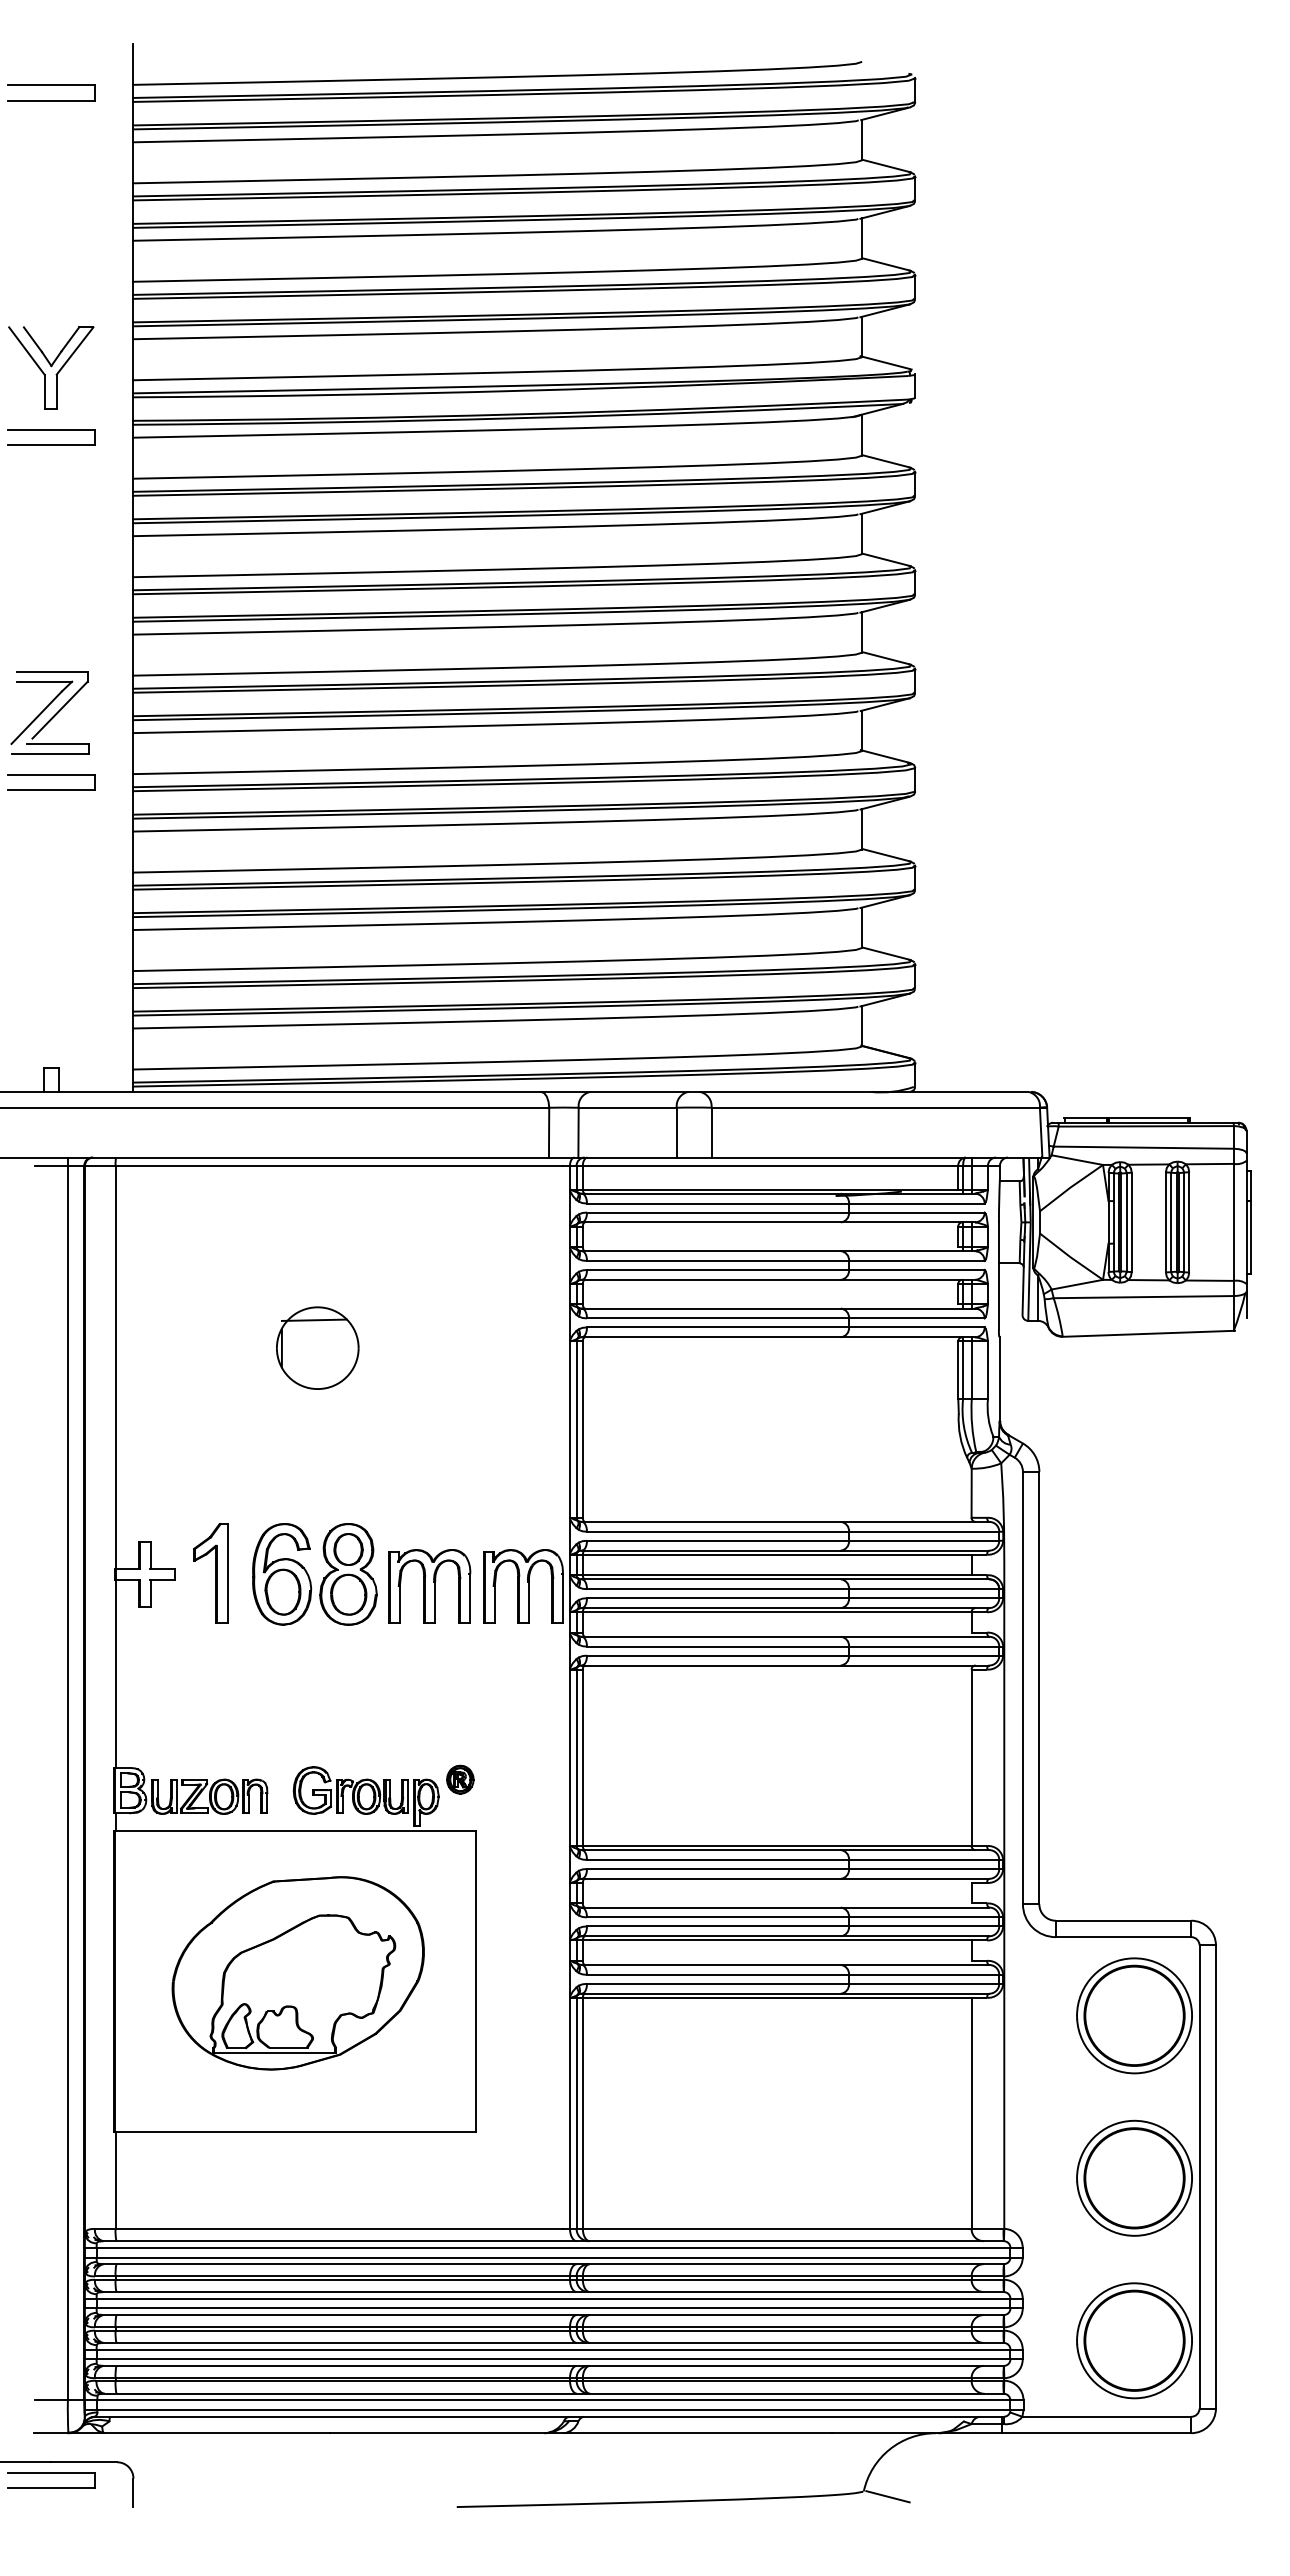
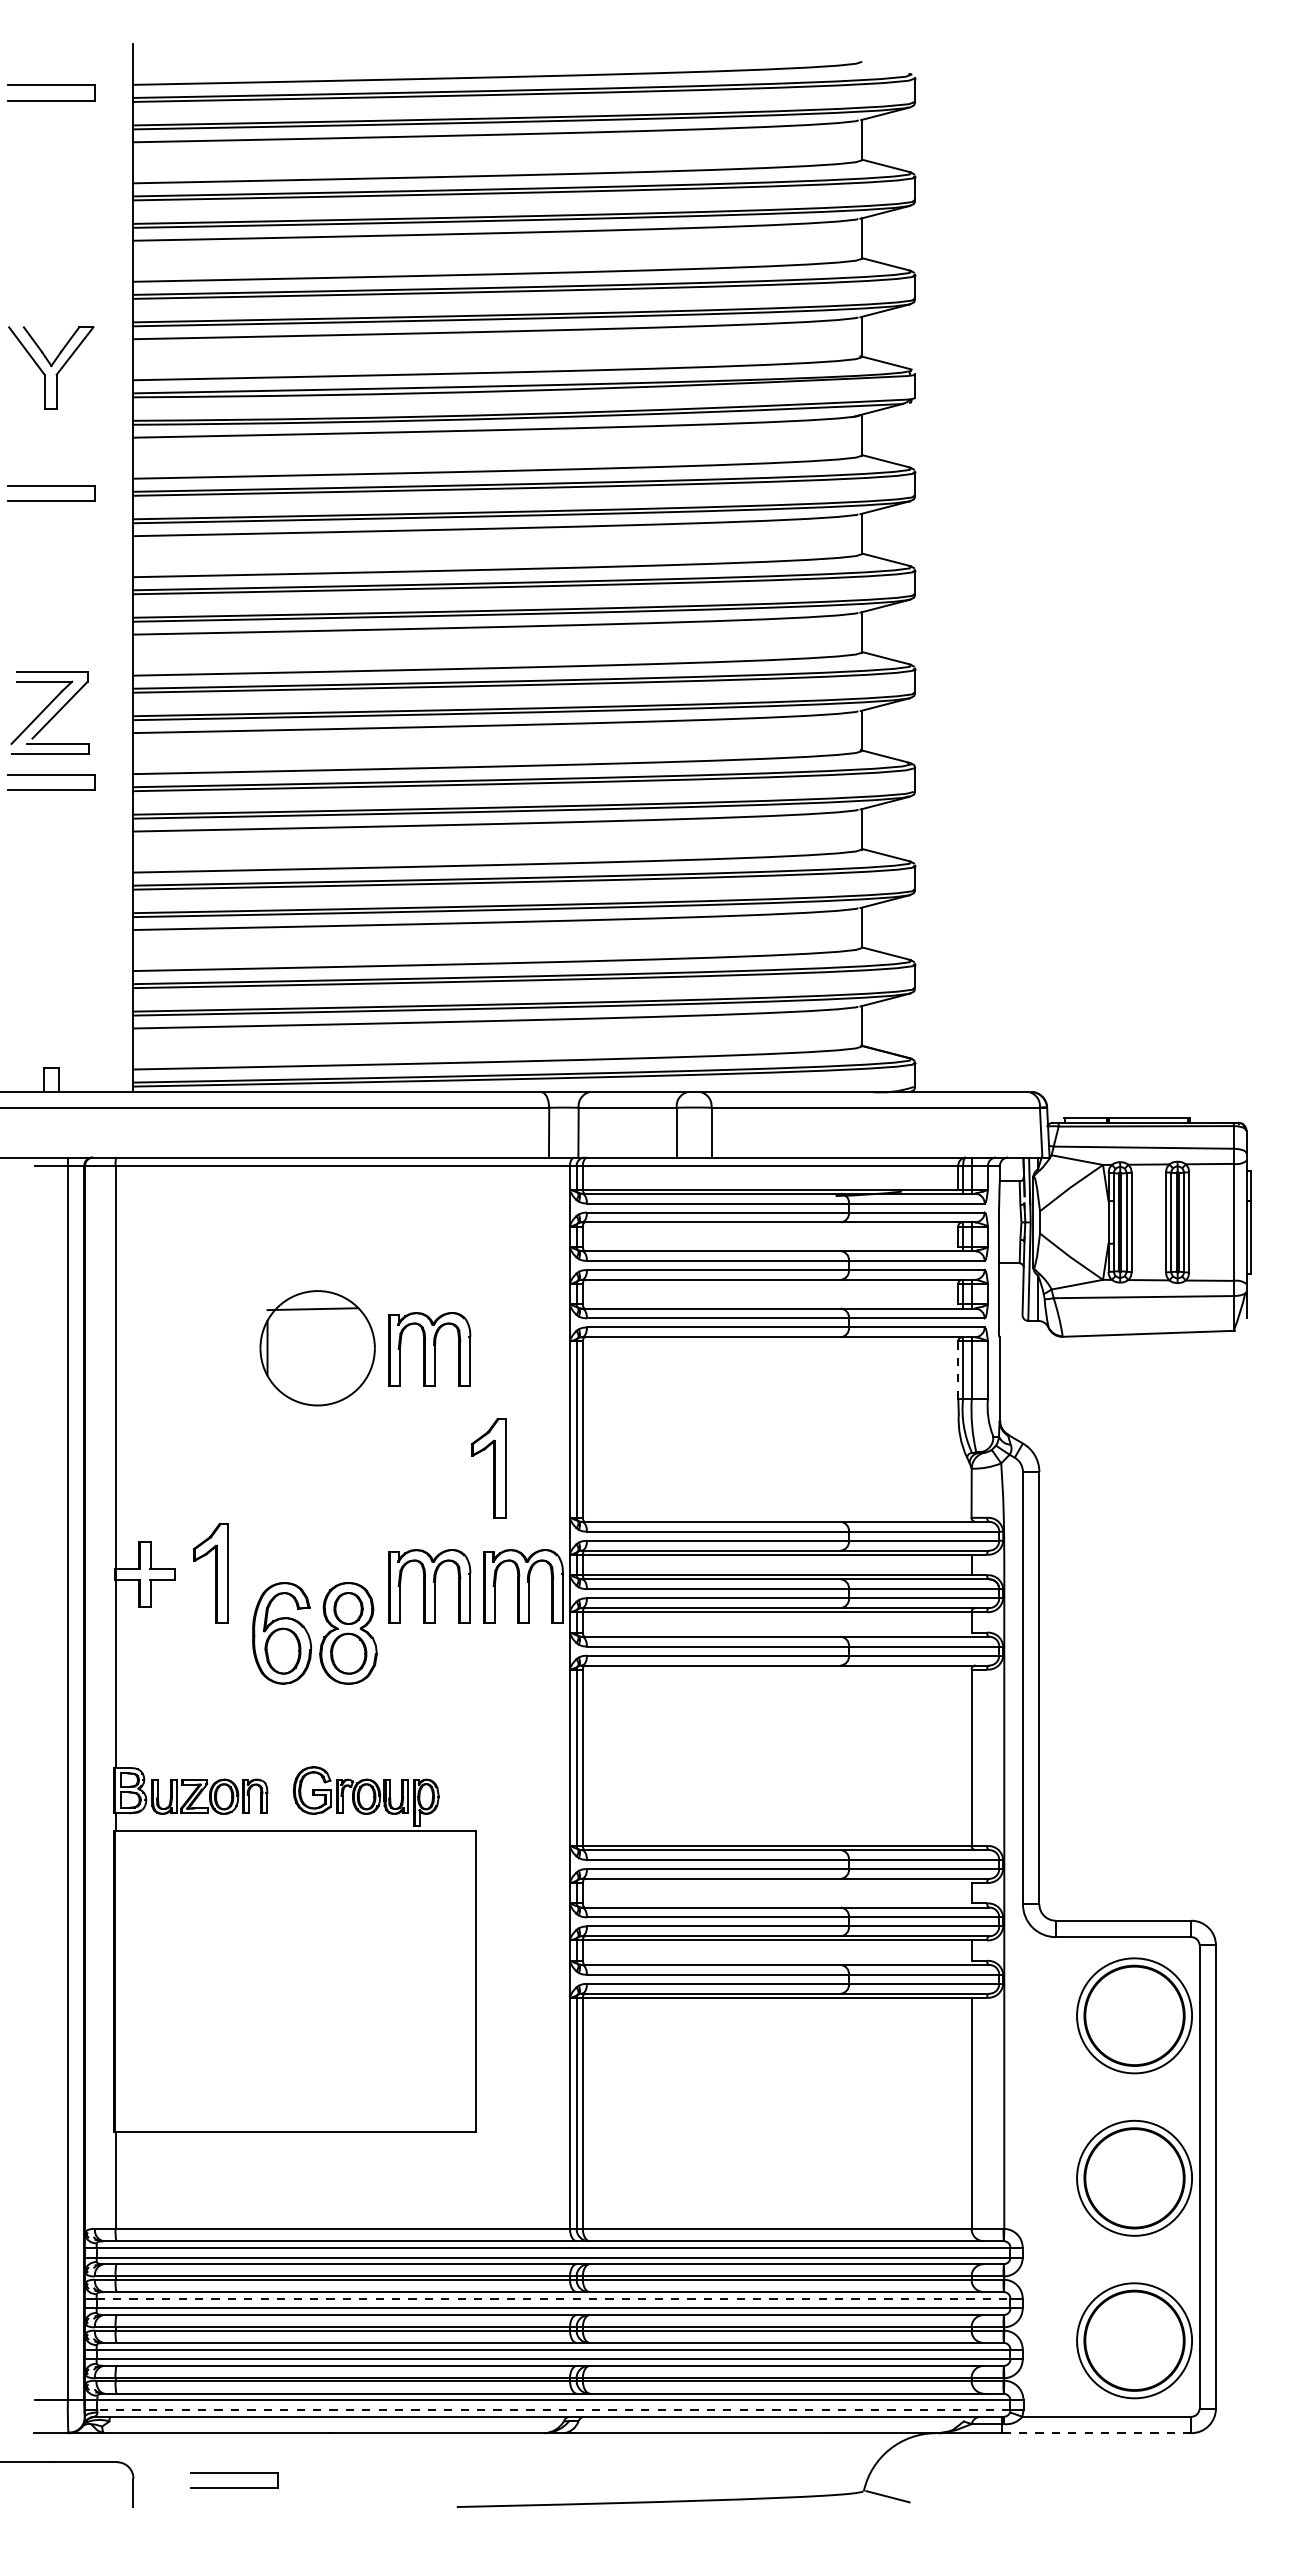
part at (51, 430) position: (51, 430) -> (51, 486)
part at (317, 1347) size: 84x84 px -> 117x117 px
part at (429, 1349): none -> present
line at (958, 1370): solid -> dashed
part at (488, 1468): none -> present
part at (314, 1574) position: (314, 1574) -> (314, 1633)
part at (460, 1779): present -> none
part at (297, 1973): present -> none
line at (553, 2298): solid -> dashed
line at (553, 2410): solid -> dashed
line at (1096, 2433): solid -> dashed
part at (51, 2473) position: (51, 2473) -> (234, 2473)
